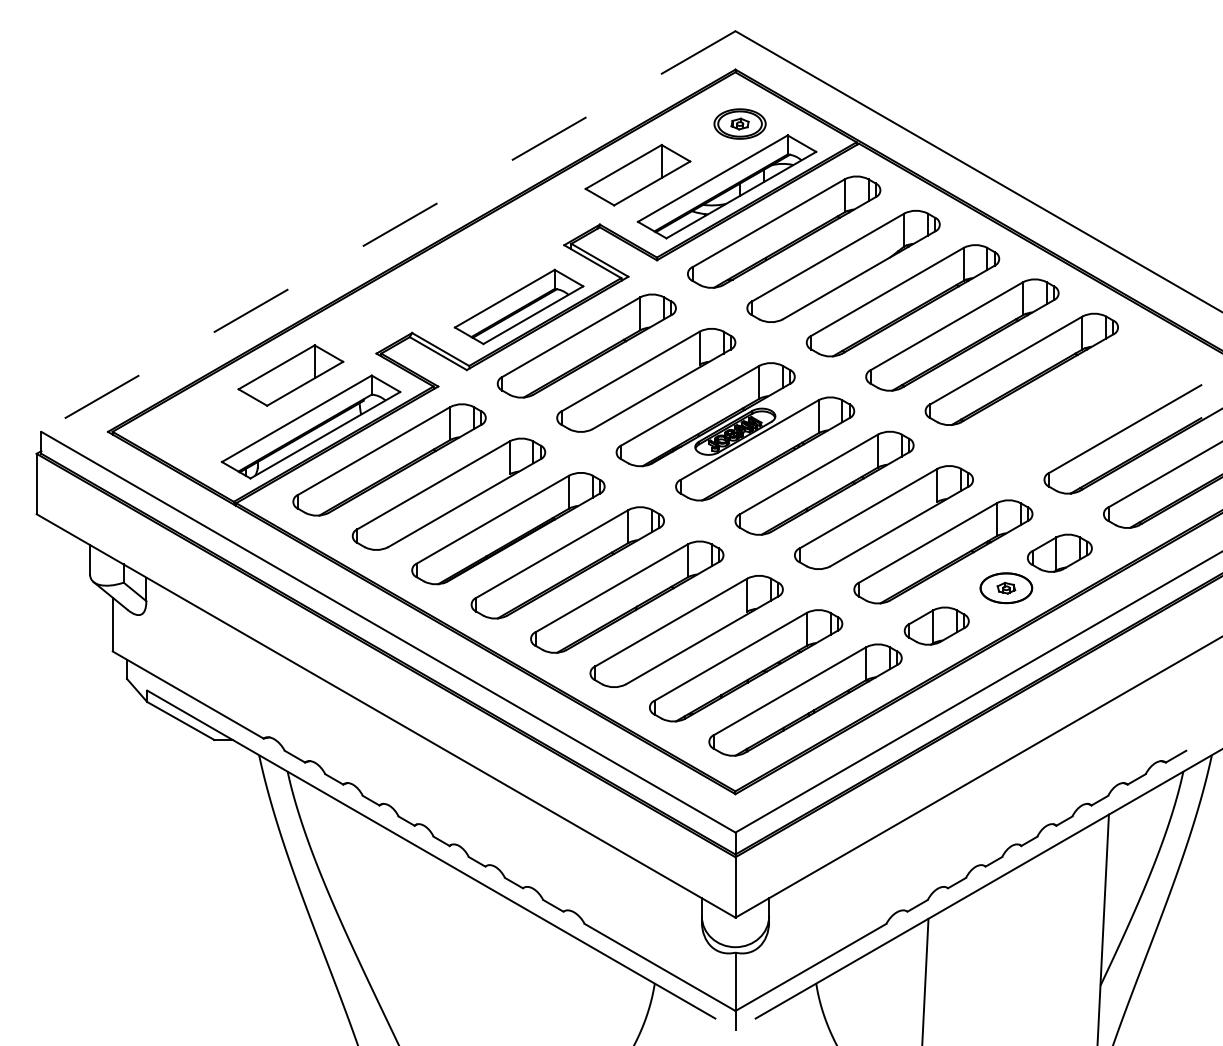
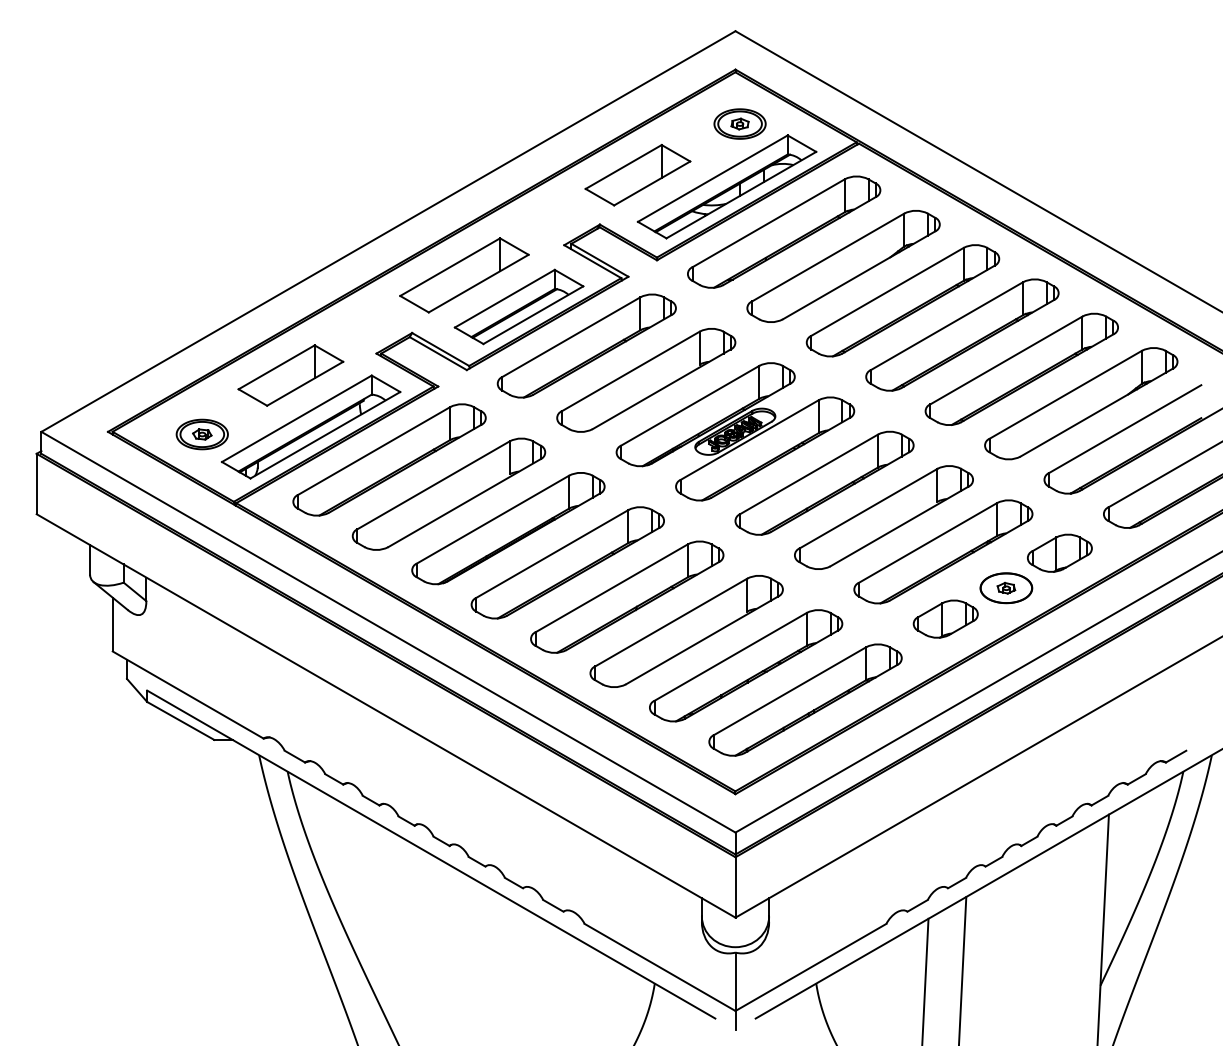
line at (388, 231): dashed -> solid
part at (464, 275): none -> present
part at (1081, 403): none -> present
part at (201, 434): none -> present
part at (936, 625) position: (936, 625) -> (945, 618)
line at (962, 969): none -> present
